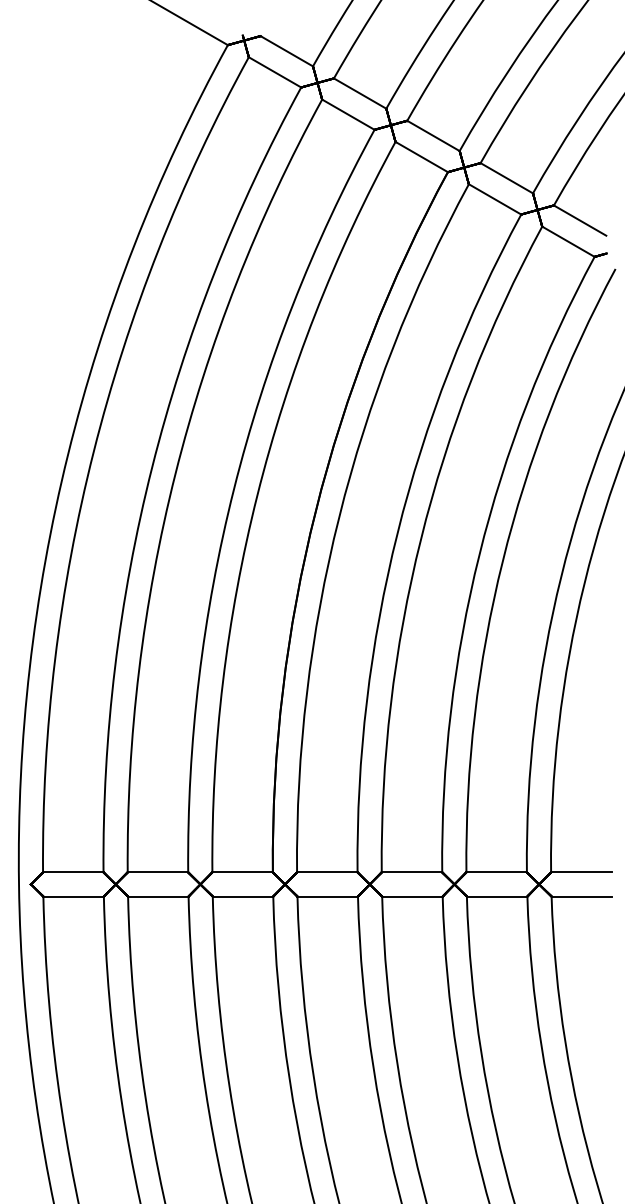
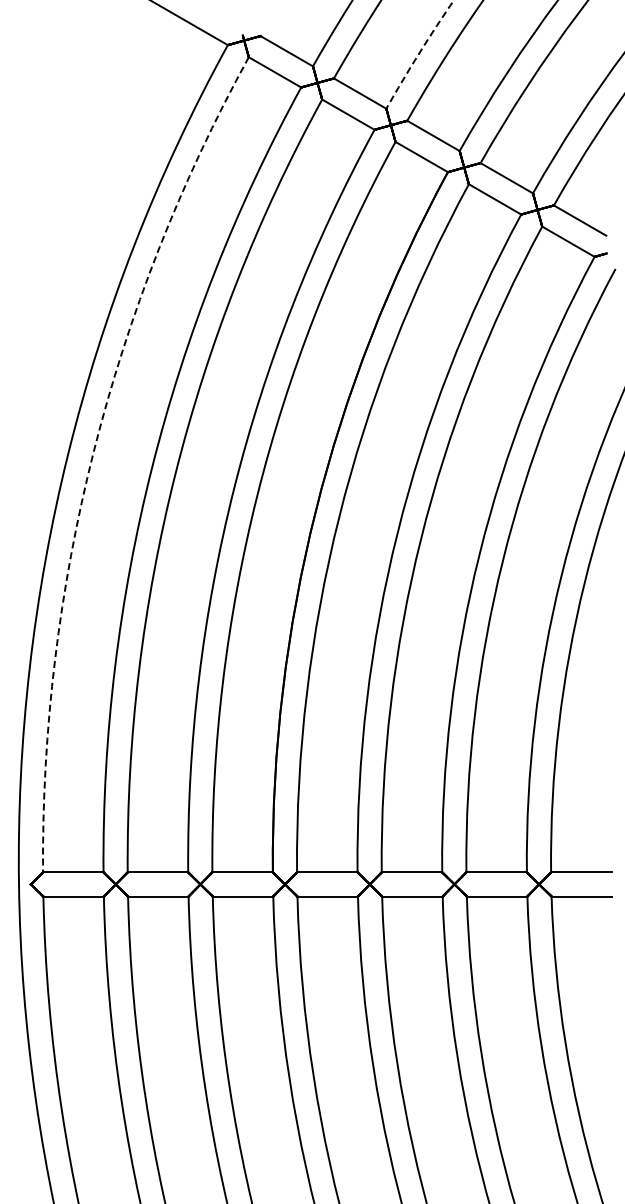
arc at (419, 53): solid -> dashed
arc at (93, 451): solid -> dashed
